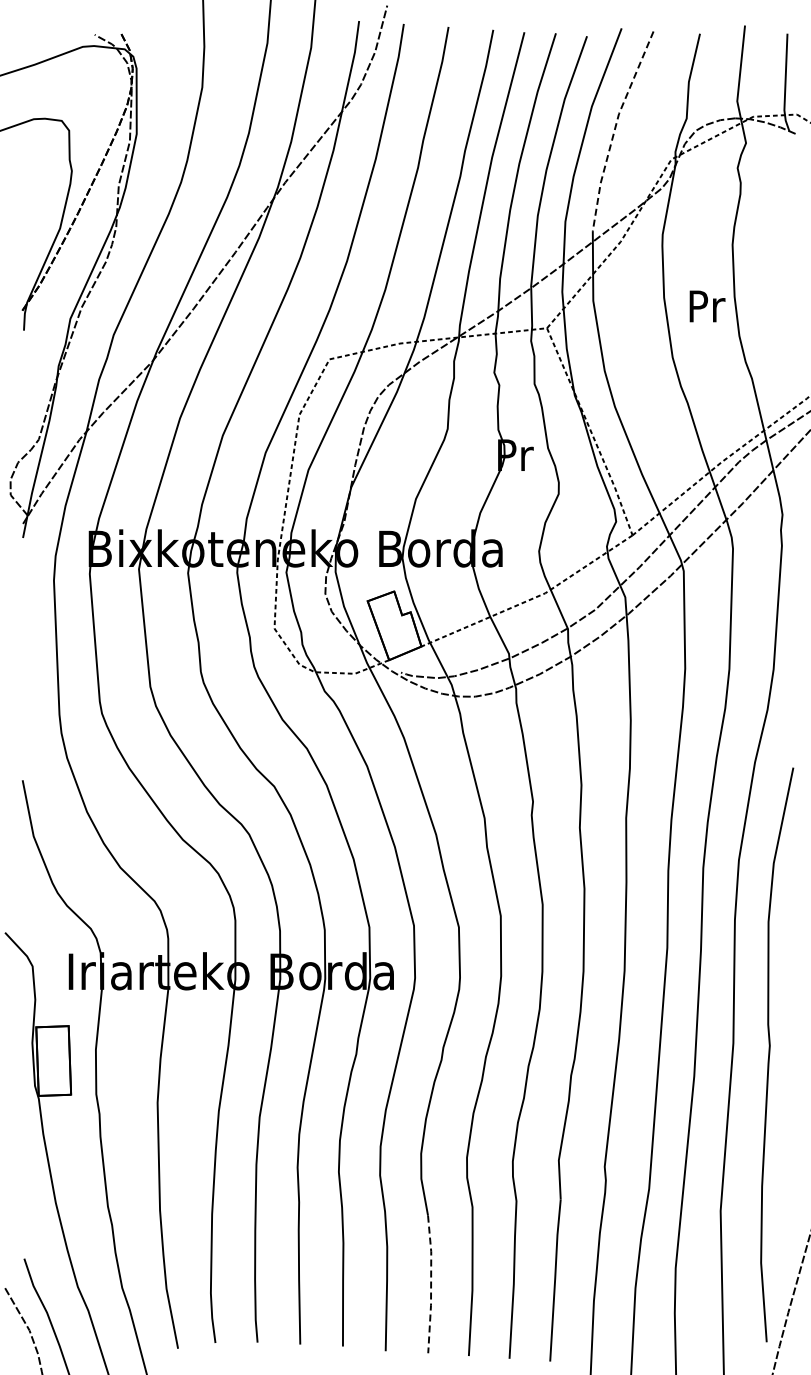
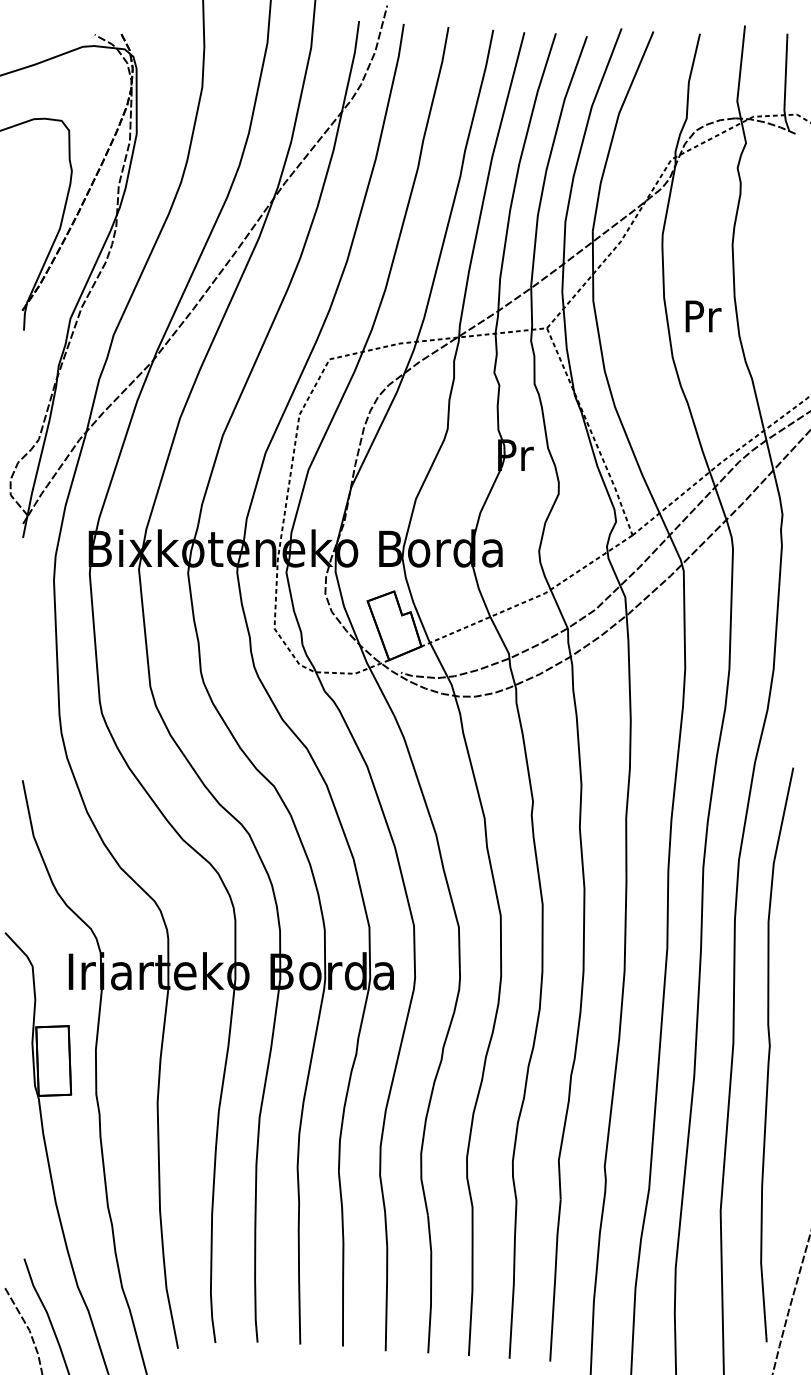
line at (614, 129): dashed -> solid
text at (707, 306) position: (707, 306) -> (703, 316)
line at (431, 1284): dashed -> solid
